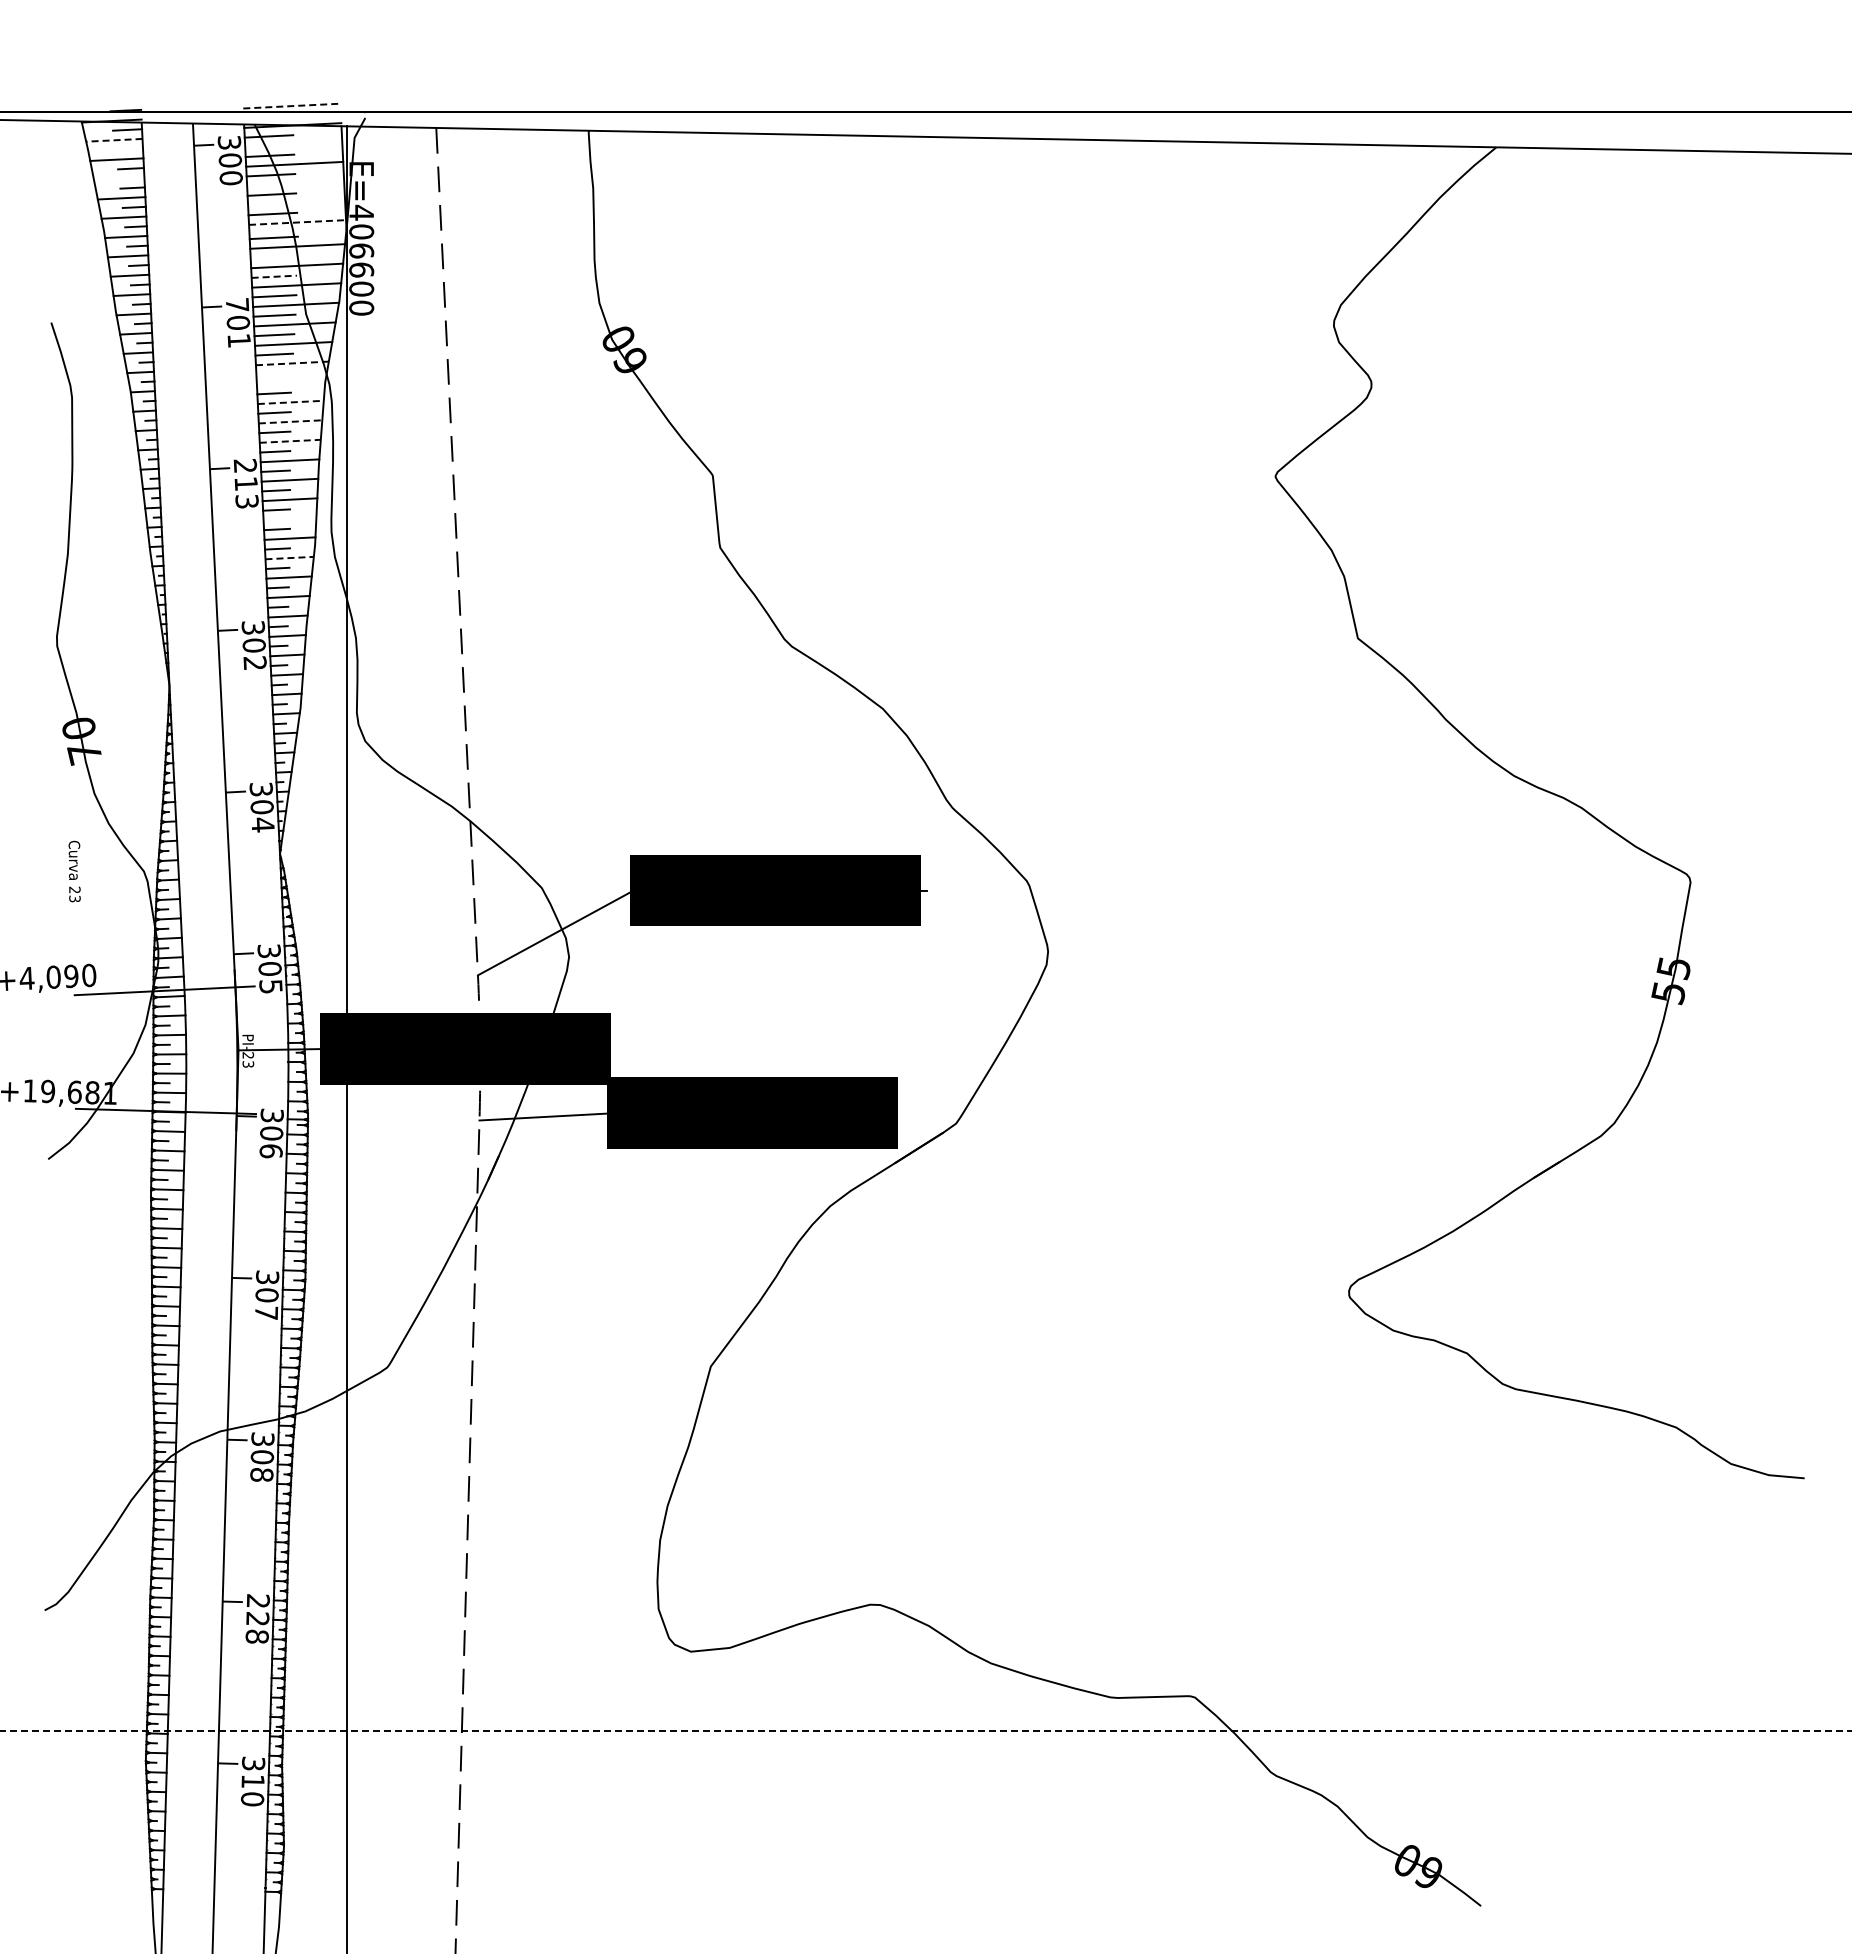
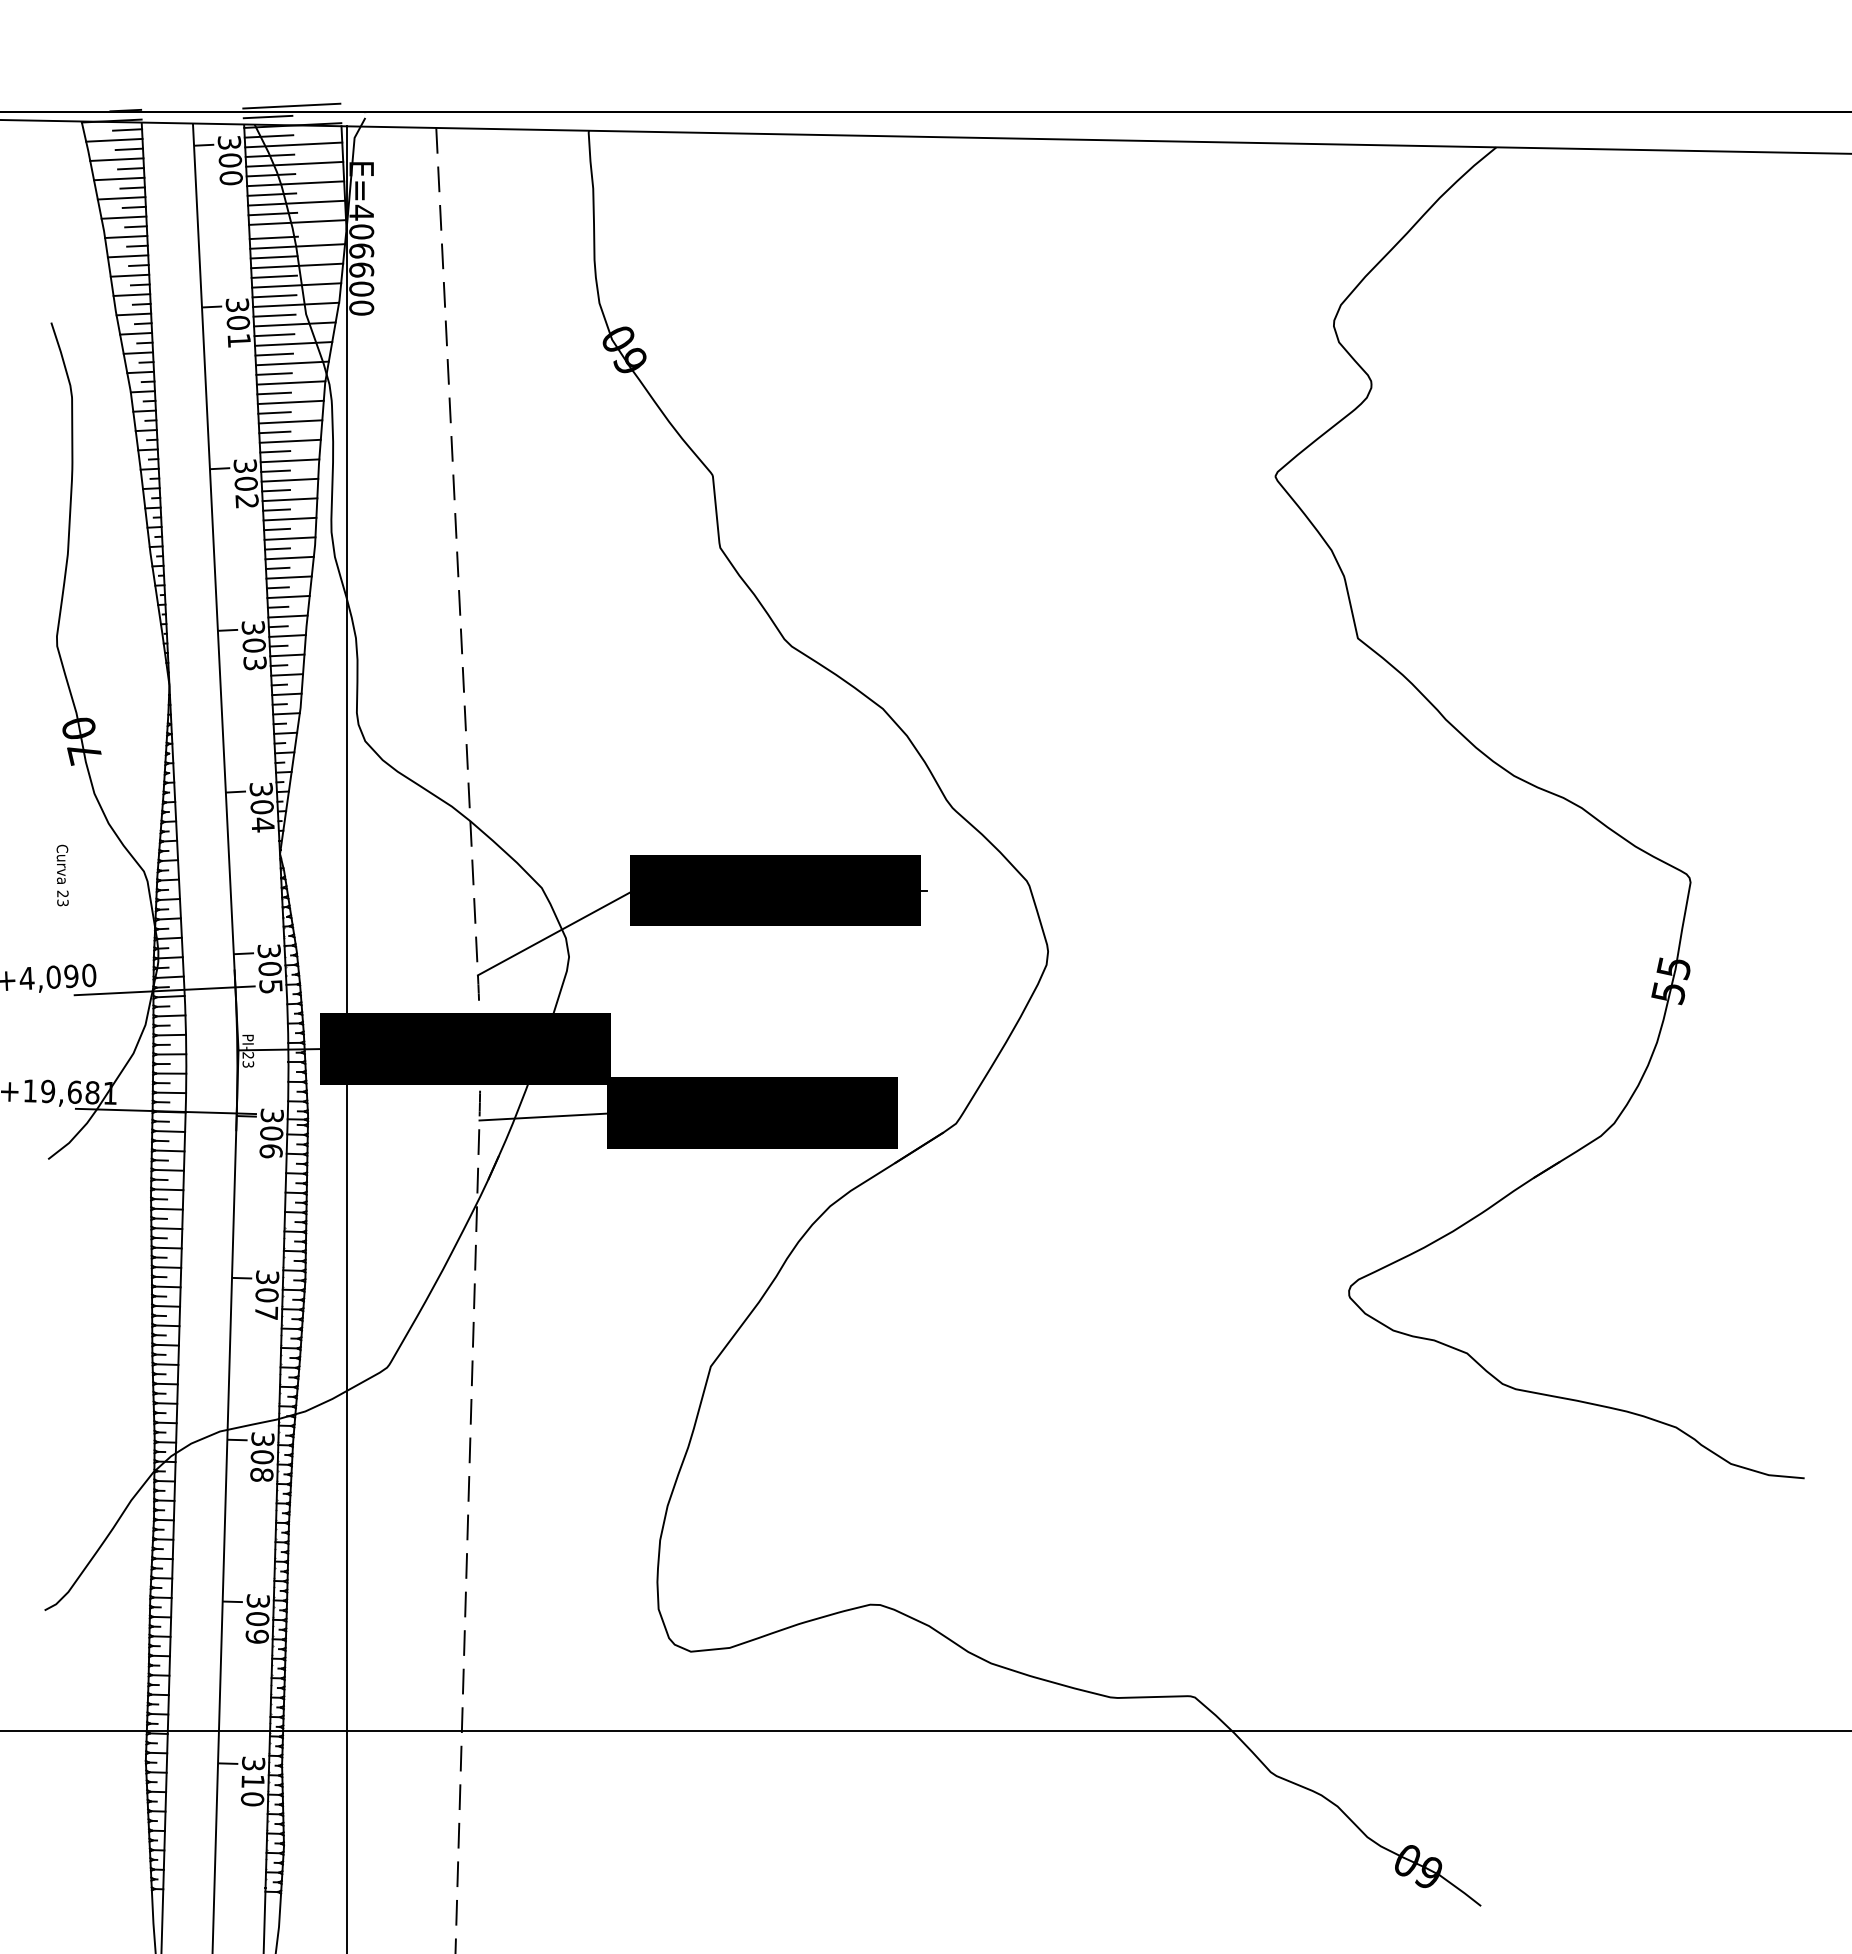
line at (291, 106): dashed -> solid
line at (267, 116): none -> present
line at (113, 140): dashed -> solid
line at (293, 144): none -> present
line at (129, 149): none -> present
line at (119, 178): none -> present
line at (295, 183): none -> present
line at (296, 202): none -> present
line at (297, 222): dashed -> solid
line at (273, 257): none -> present
line at (274, 276): dashed -> solid
text at (237, 304): 701 -> 301
line at (292, 363): dashed -> solid
line at (273, 373): none -> present
line at (290, 382): none -> present
line at (291, 402): dashed -> solid
line at (290, 421): dashed -> solid
line at (290, 441): dashed -> solid
text at (245, 483): 213 -> 302
line at (289, 518): none -> present
line at (290, 558): dashed -> solid
text at (254, 663): 302 -> 303
text at (74, 871) position: (74, 871) -> (62, 875)
text at (257, 1618): 228 -> 309
line at (926, 1730): dashed -> solid
